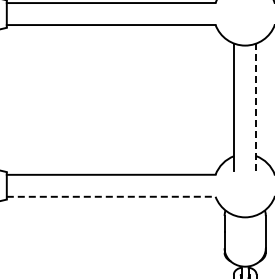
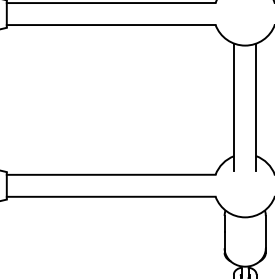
line at (256, 107): dashed -> solid
line at (111, 196): dashed -> solid
